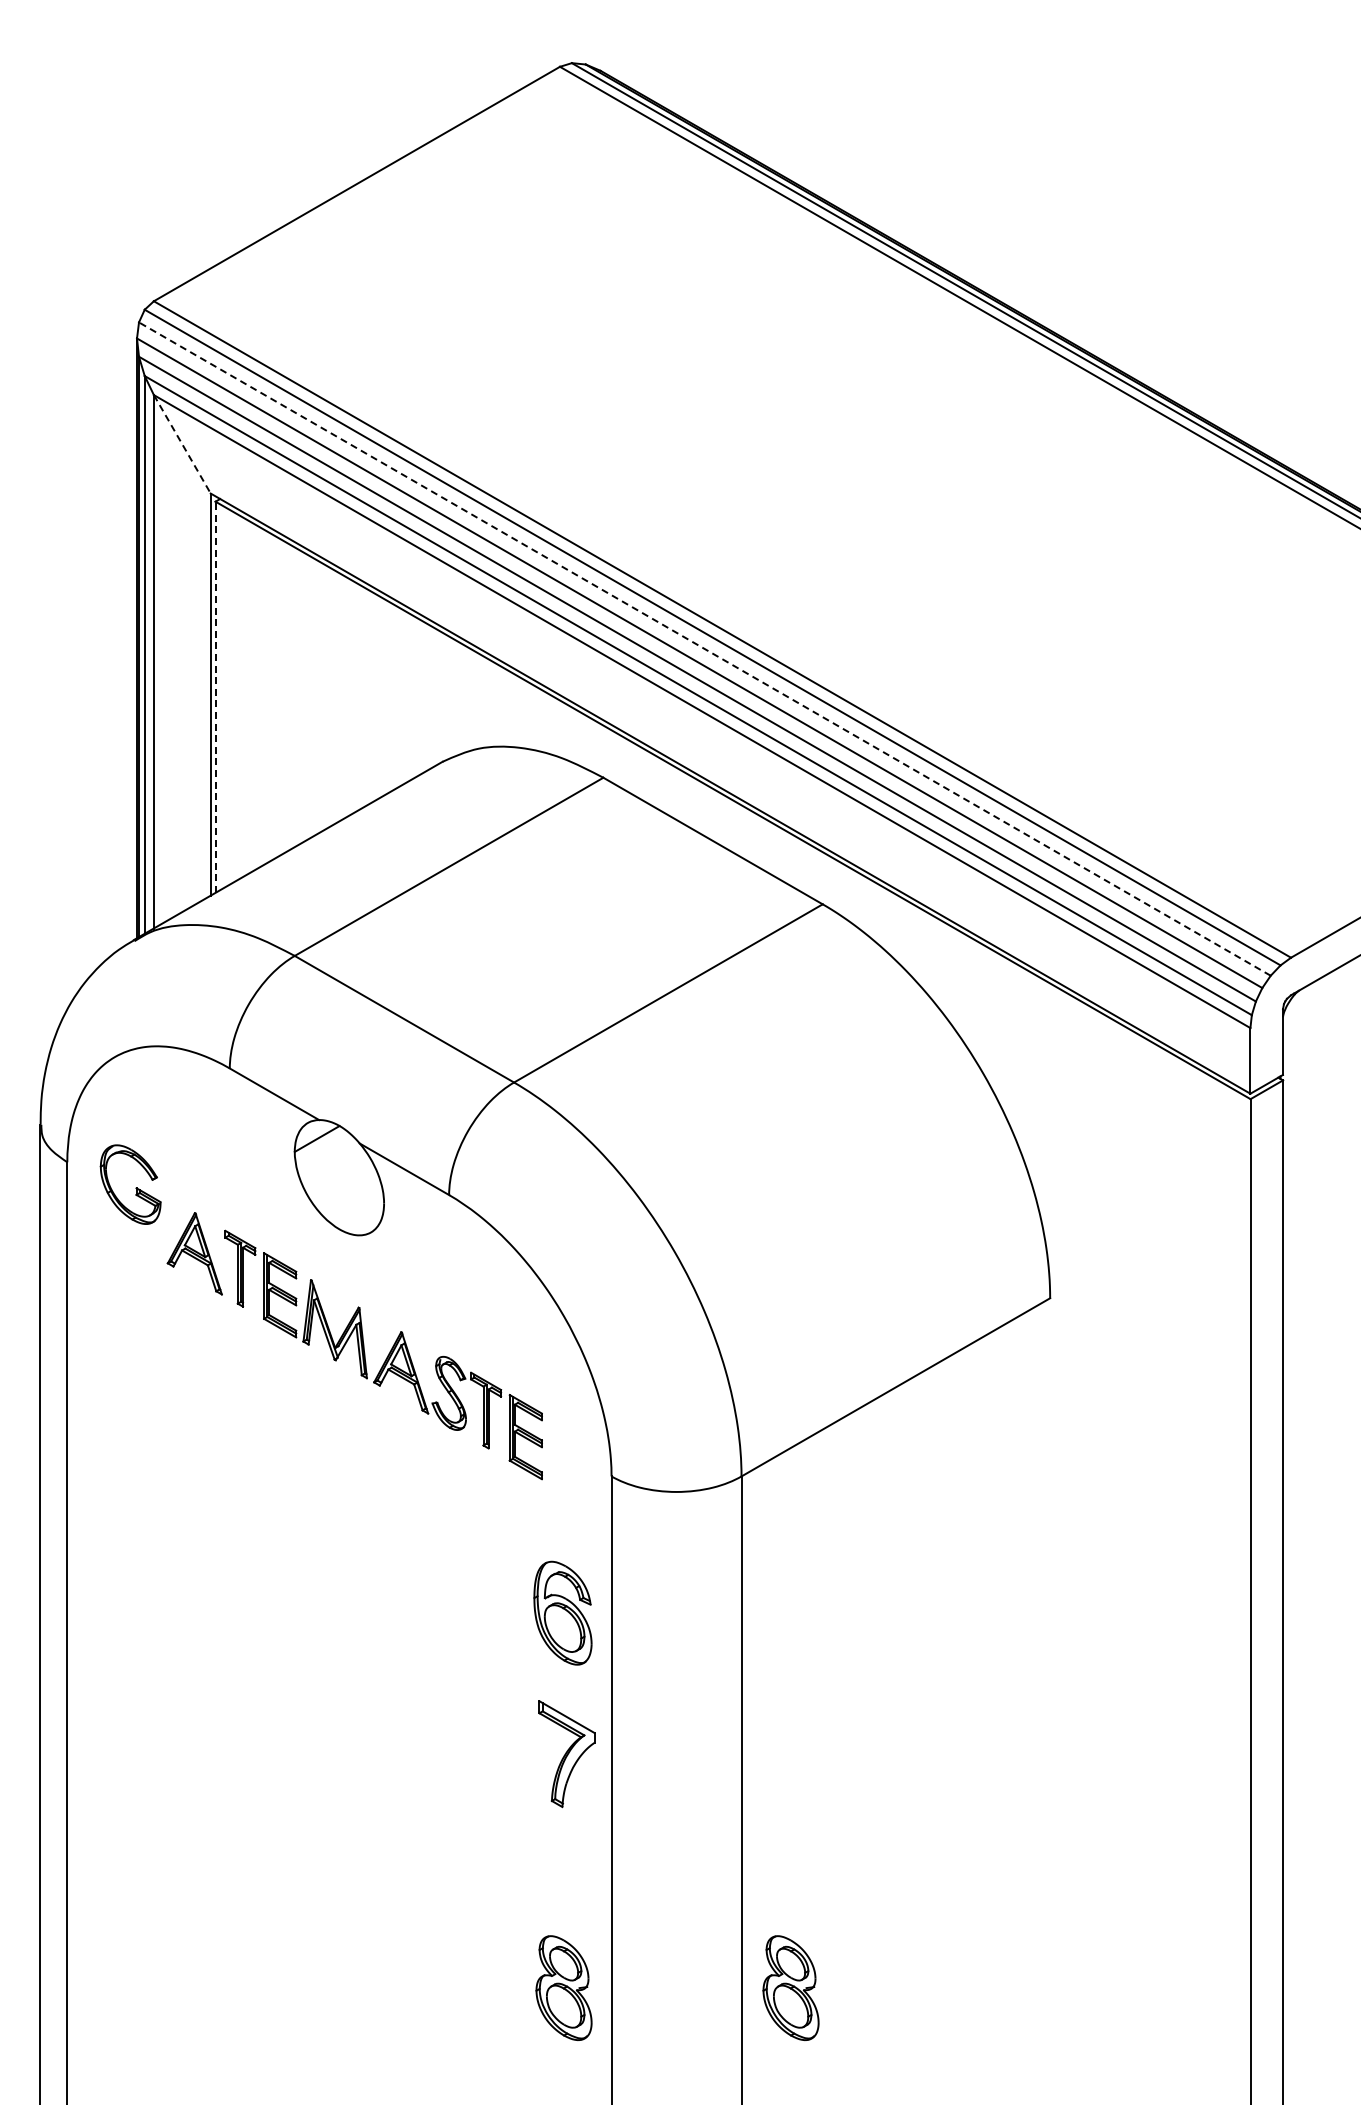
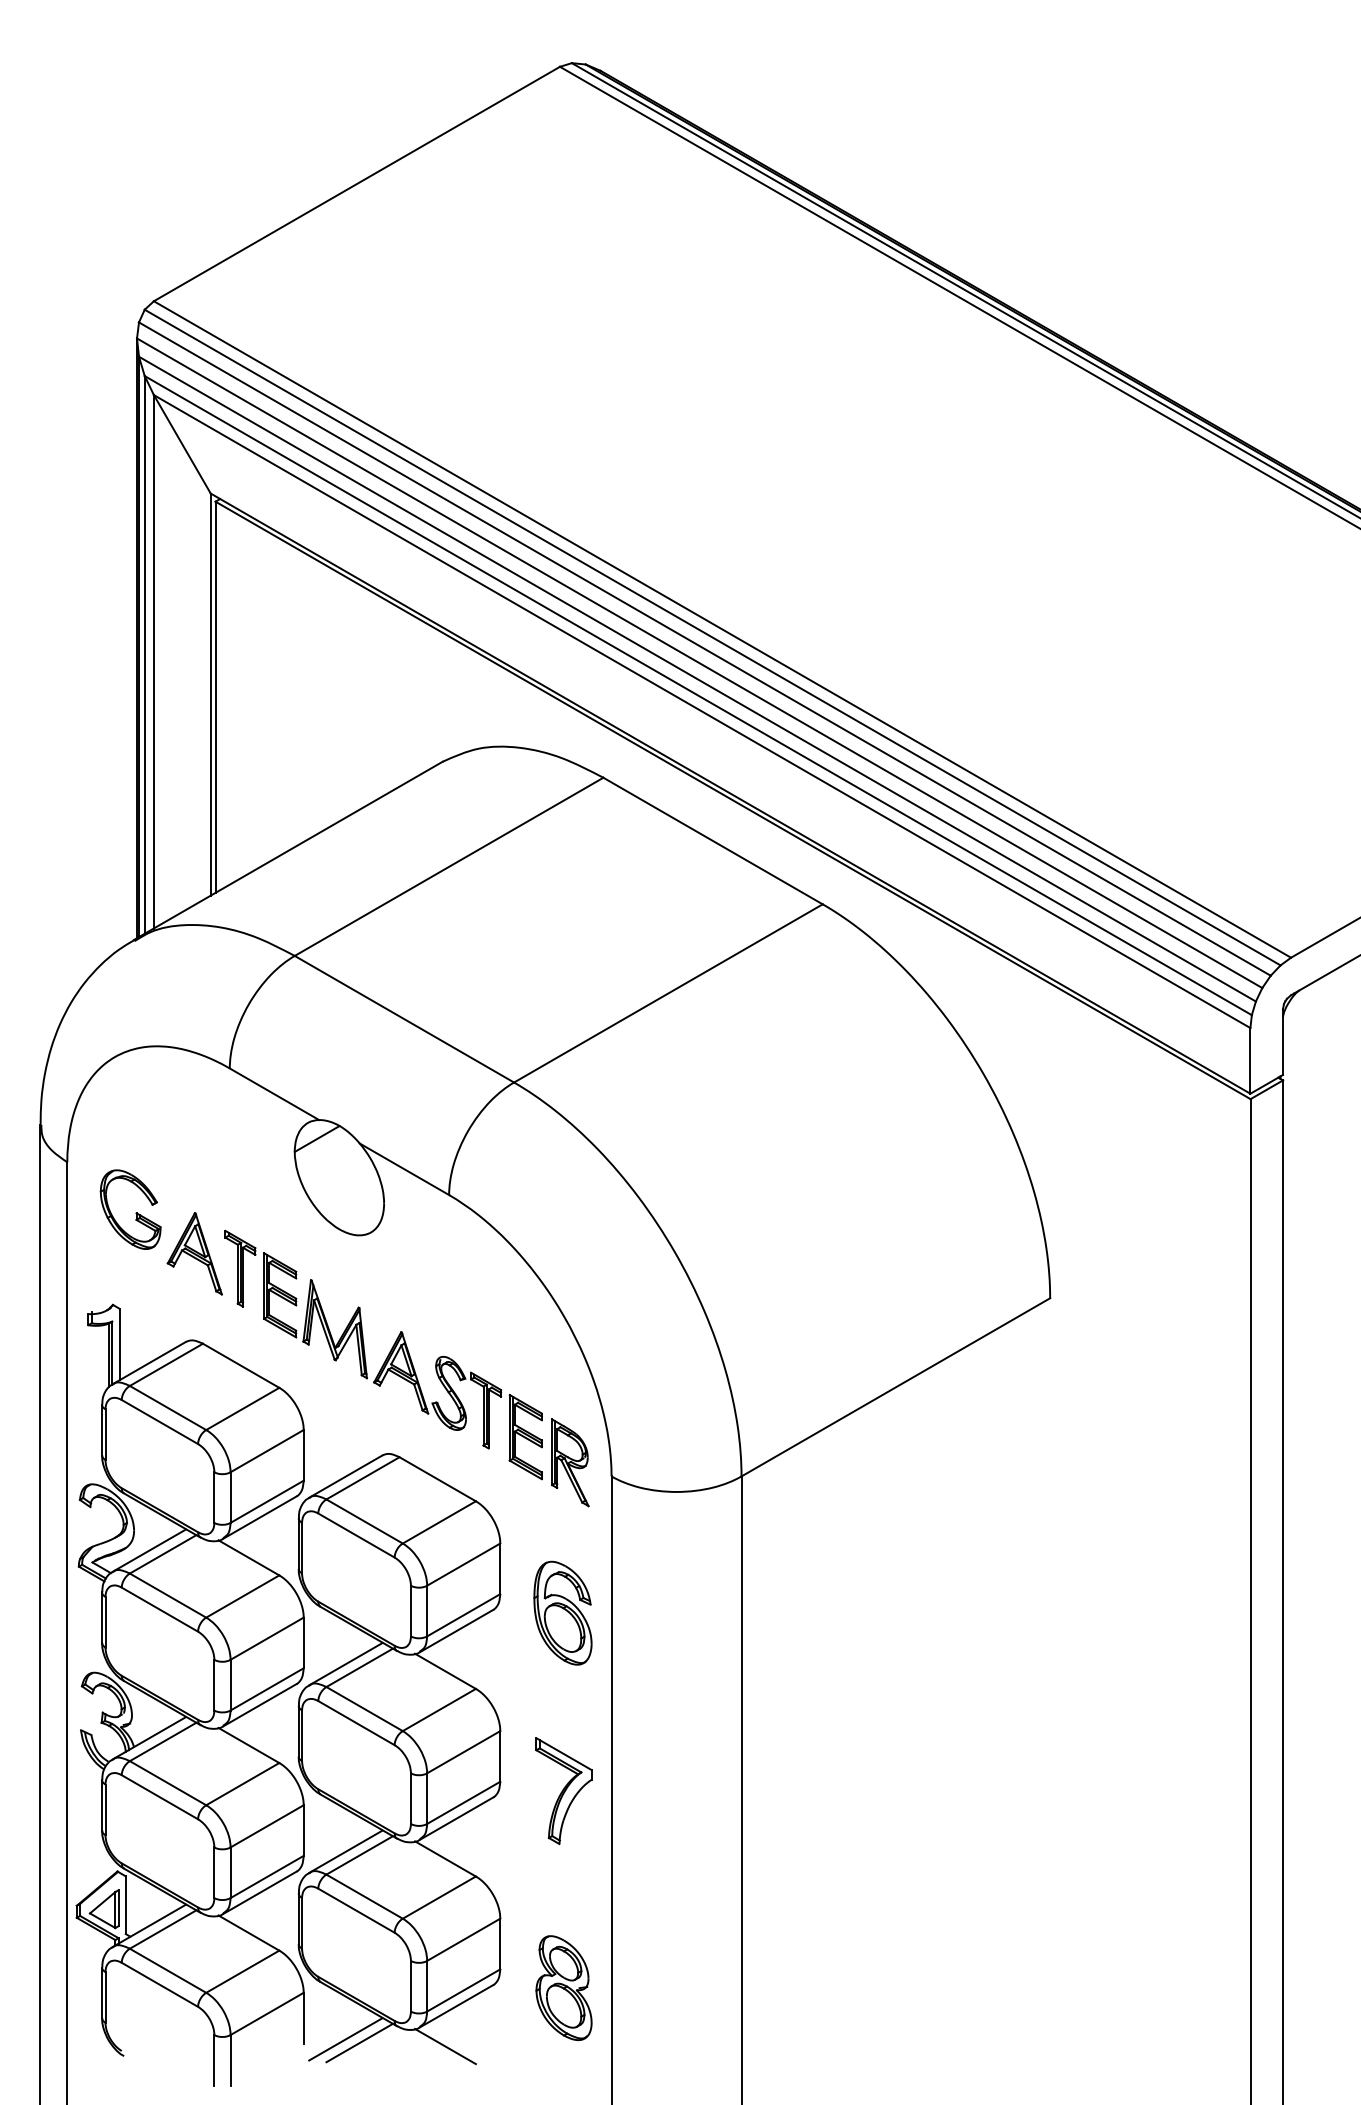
line at (182, 444): dashed -> solid
line at (704, 648): dashed -> solid
line at (215, 697): dashed -> solid
part at (130, 1184) position: (130, 1184) -> (130, 1209)
part at (570, 1462): none -> present
part at (288, 1694): none -> present
part at (566, 1754) position: (566, 1754) -> (563, 1791)
part at (790, 1987): present -> none
